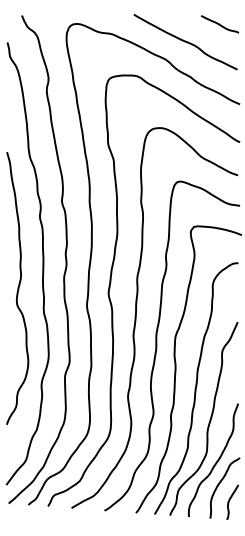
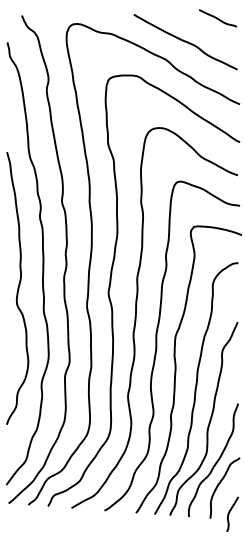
curve at (220, 24) position: (220, 24) -> (218, 18)
curve at (230, 500) position: (230, 500) -> (230, 512)
